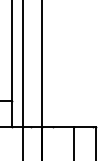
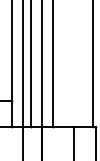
line at (30, 64): none -> present
line at (52, 64): none -> present
line at (93, 64): none -> present
